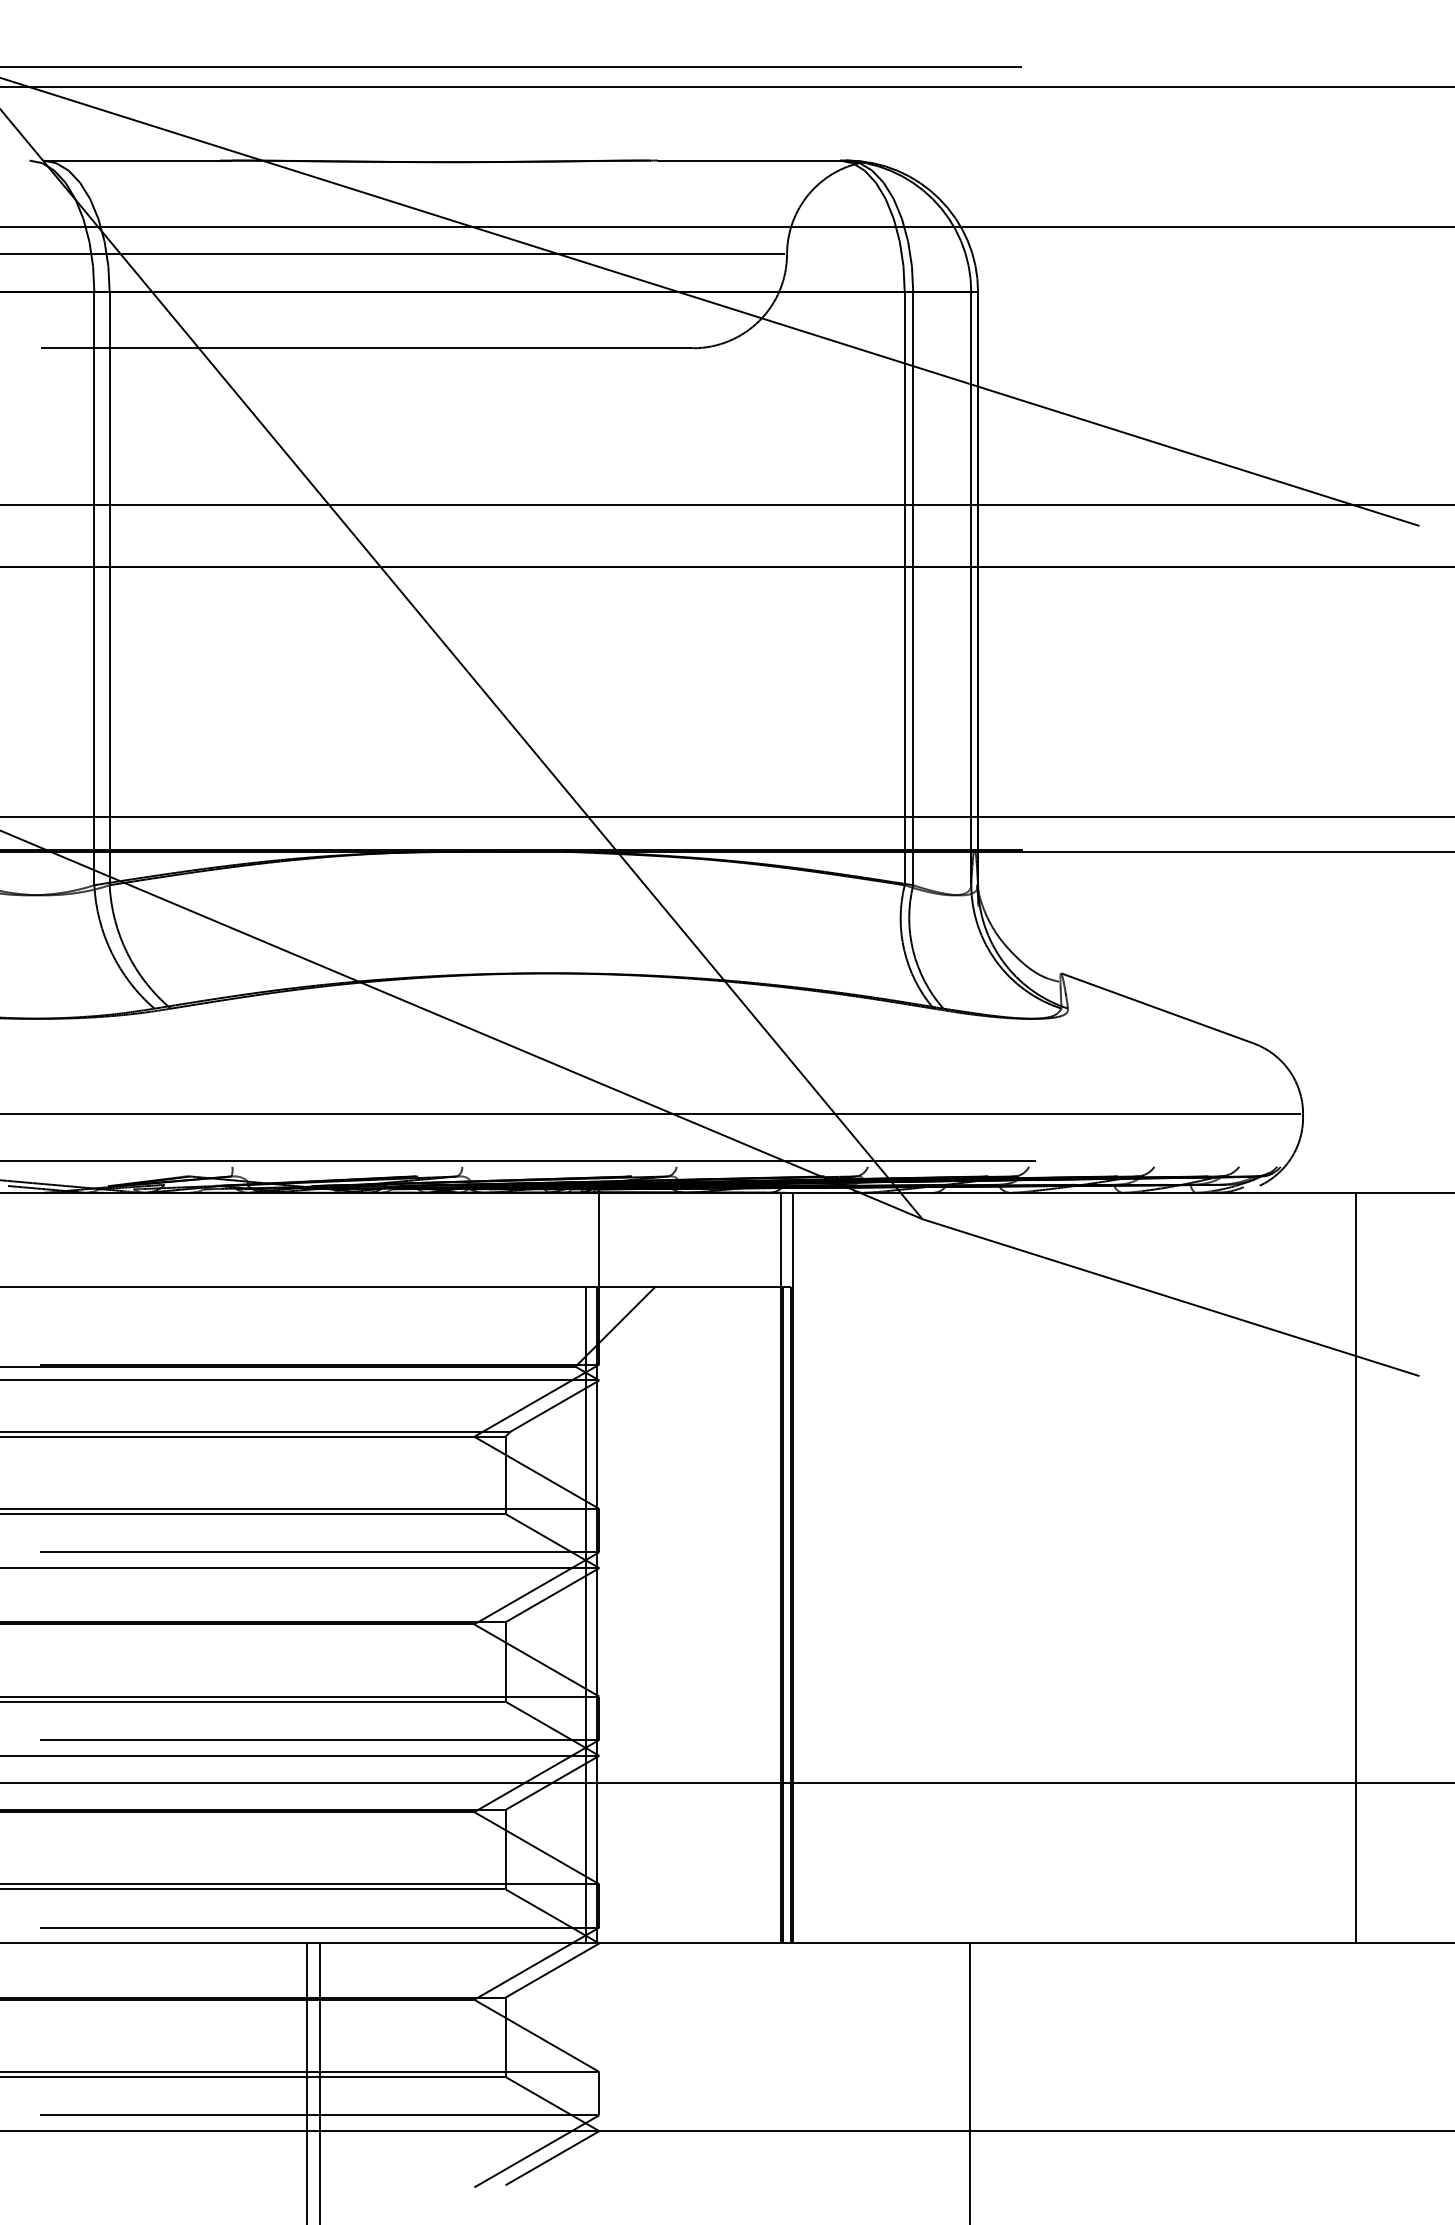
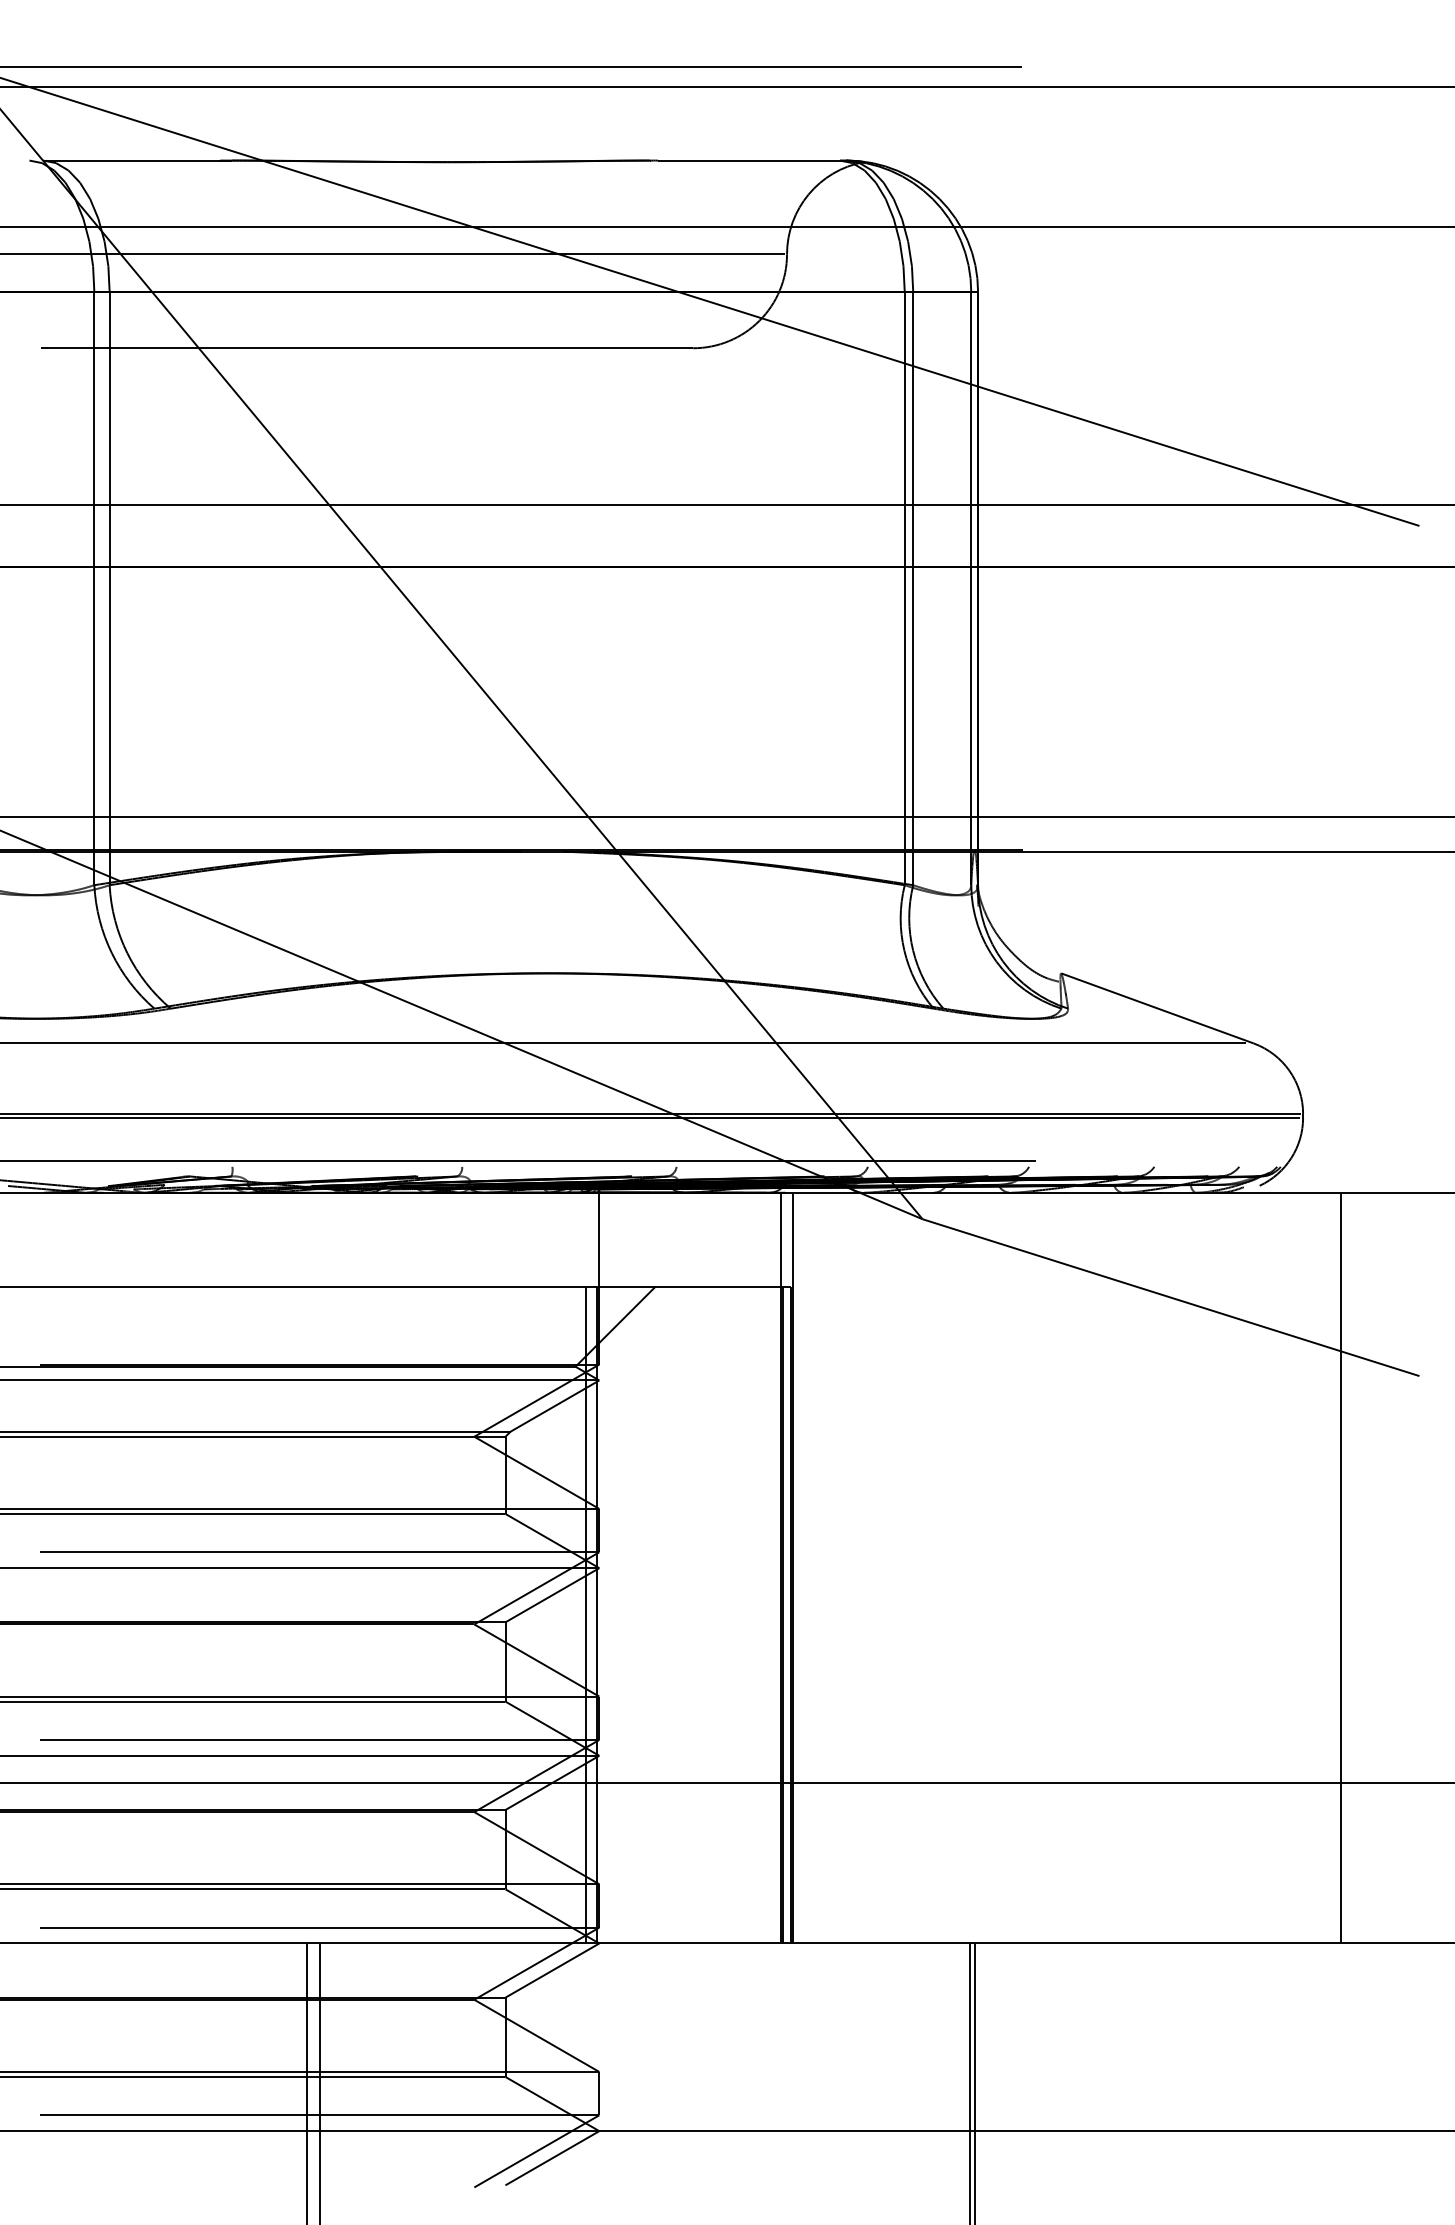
line at (623, 1043): none -> present
line at (651, 1117): none -> present
line at (1355, 1567) position: (1355, 1567) -> (1340, 1567)
line at (974, 2082): none -> present
